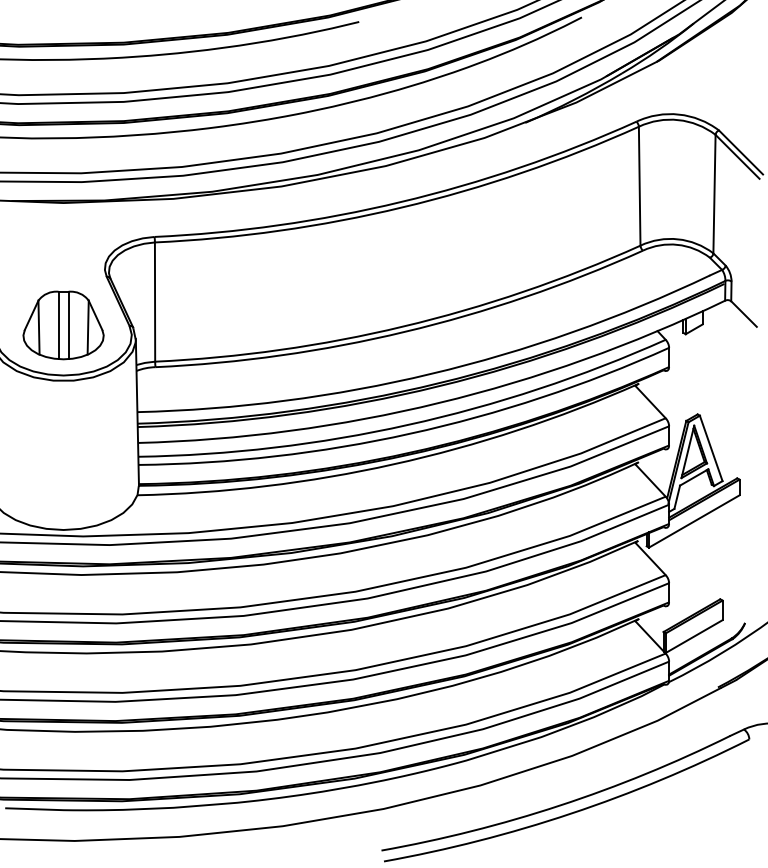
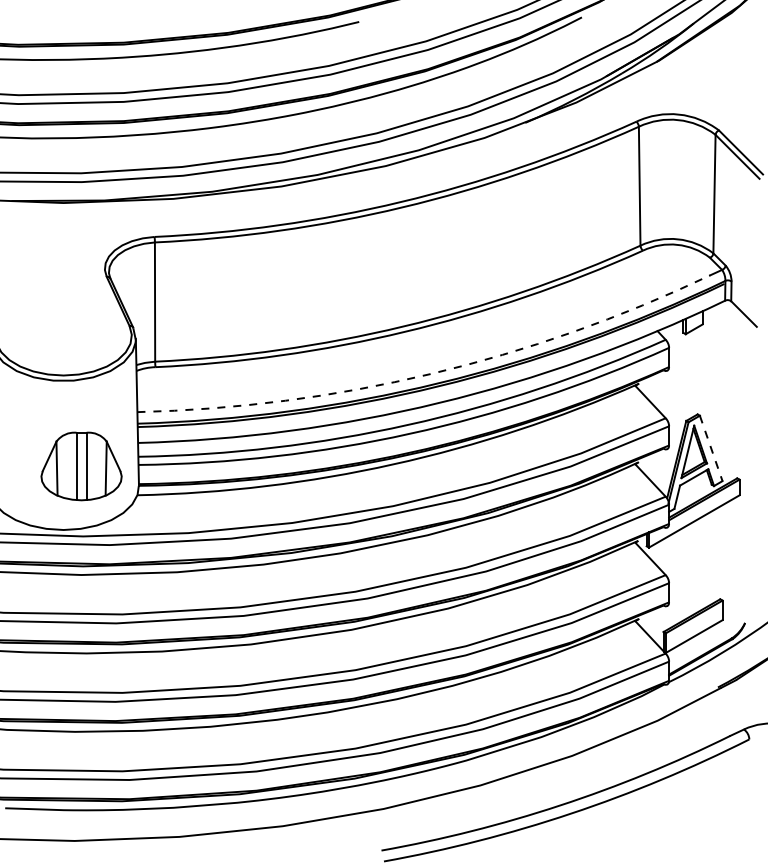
part at (63, 325) position: (63, 325) -> (81, 466)
arc at (430, 374): solid -> dashed
line at (711, 448): solid -> dashed
